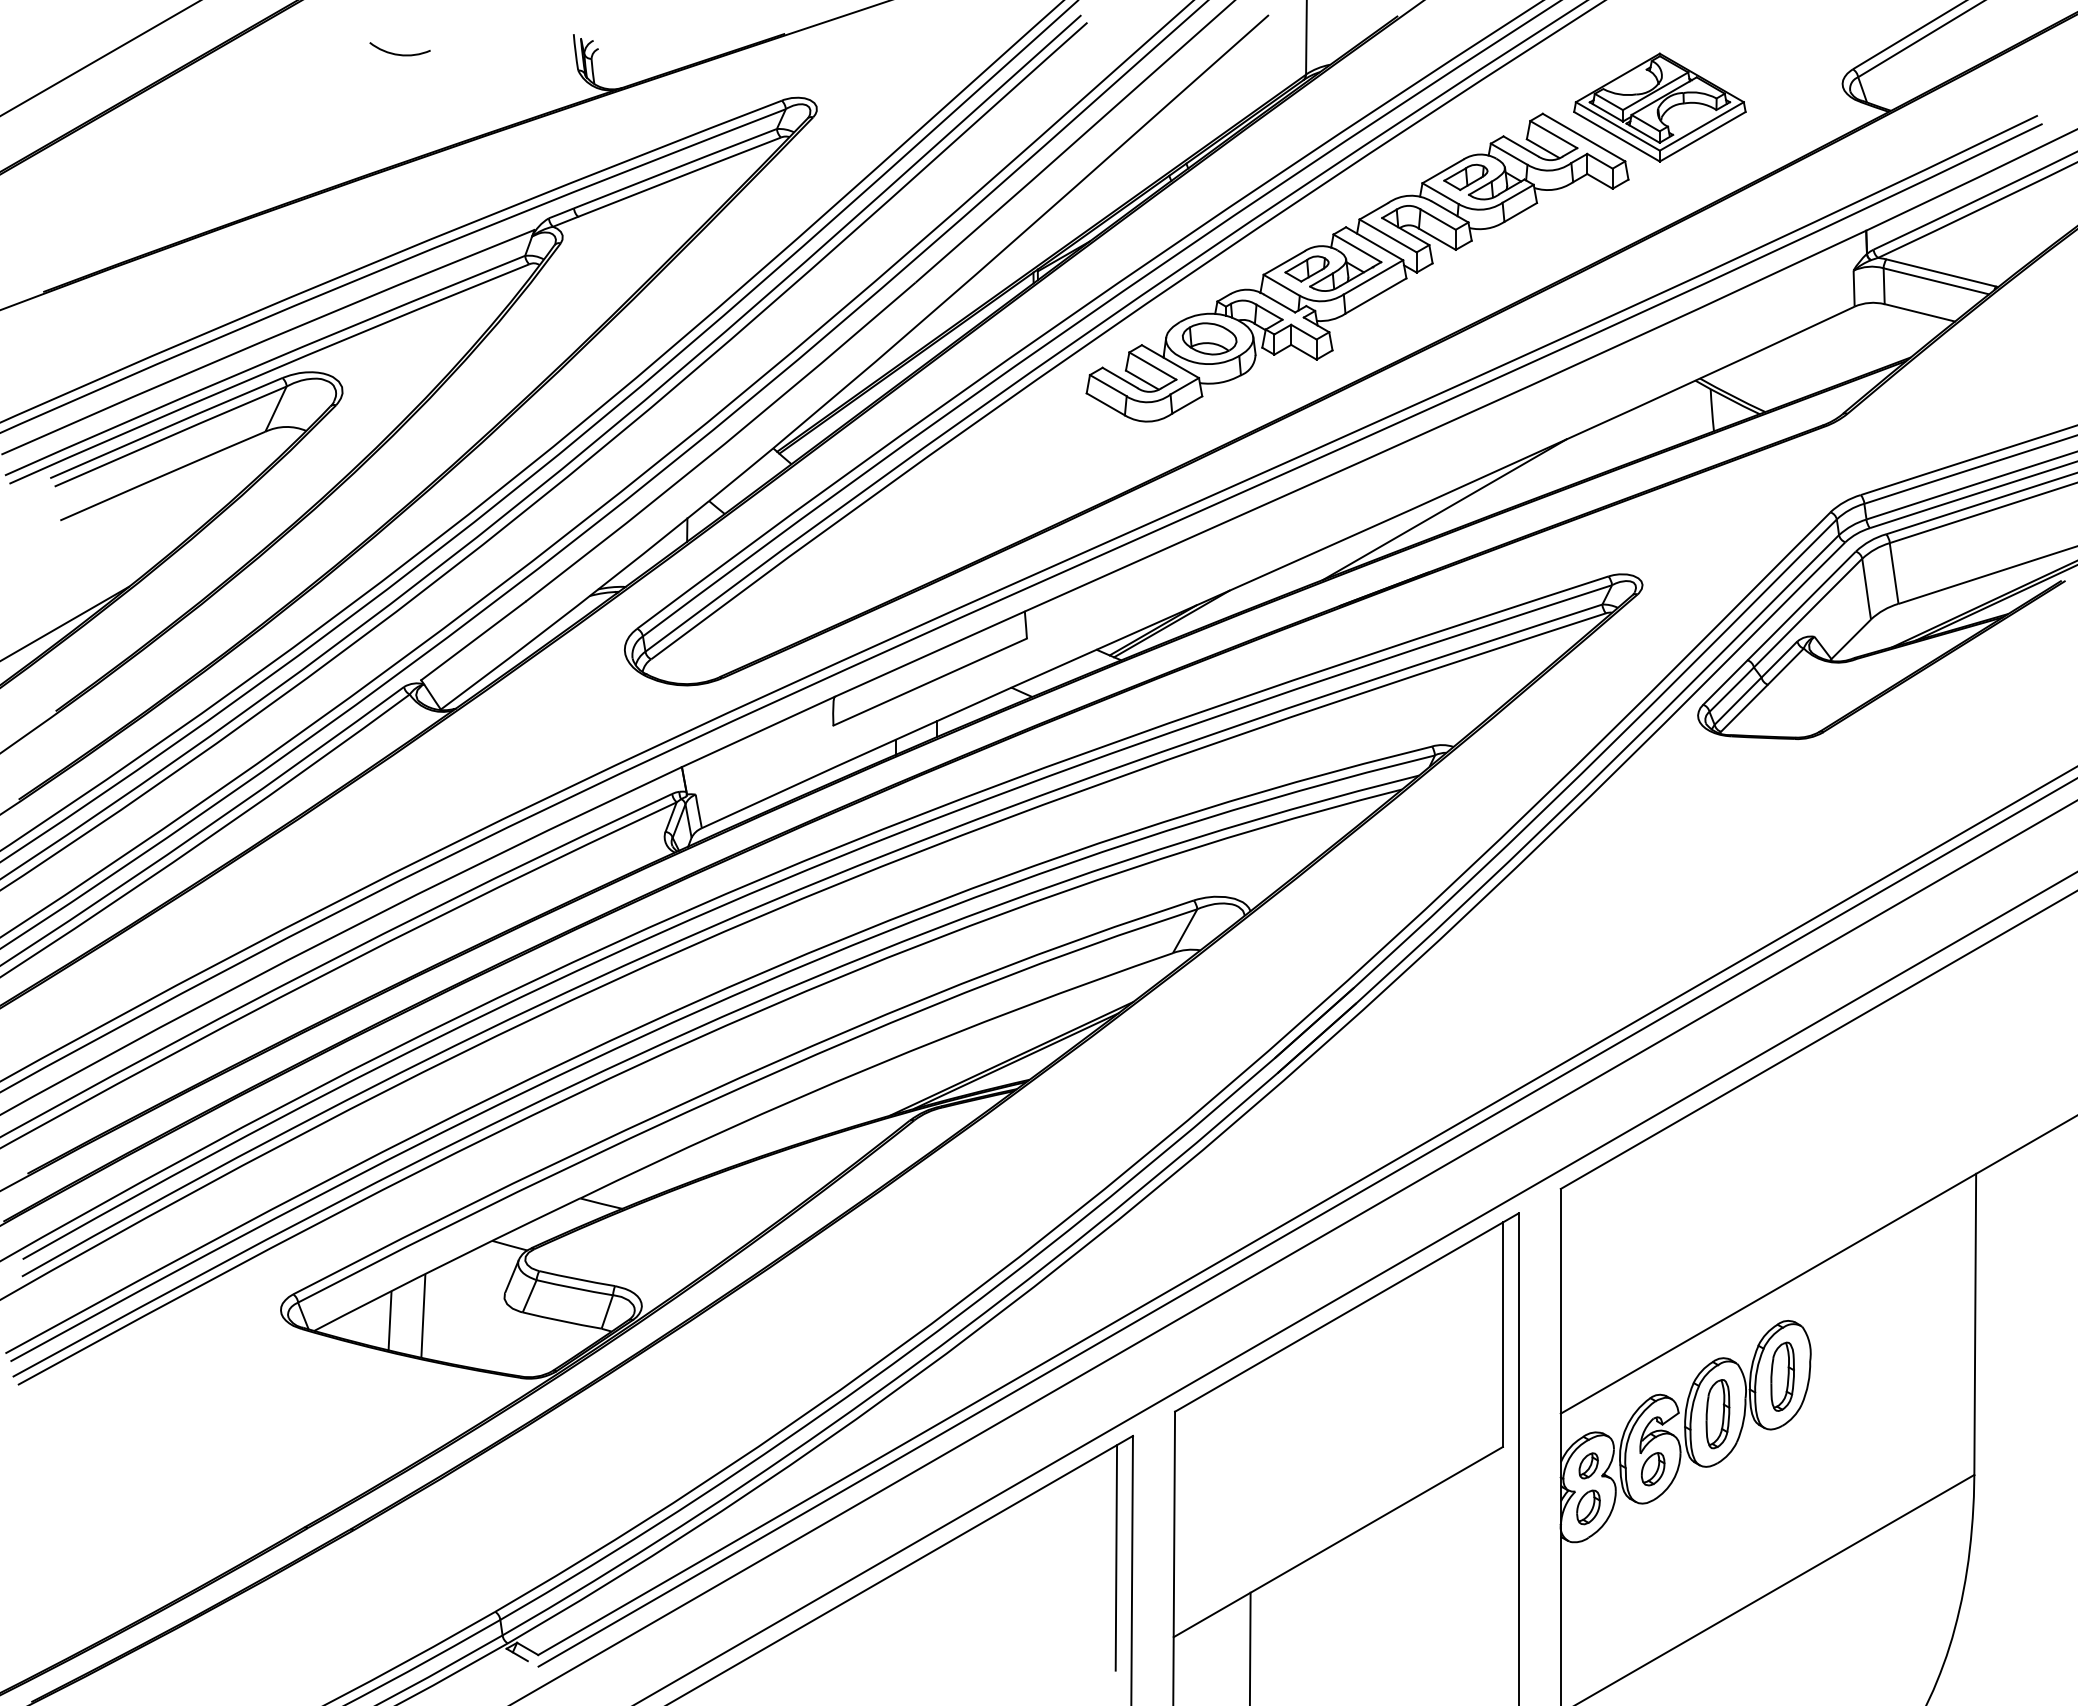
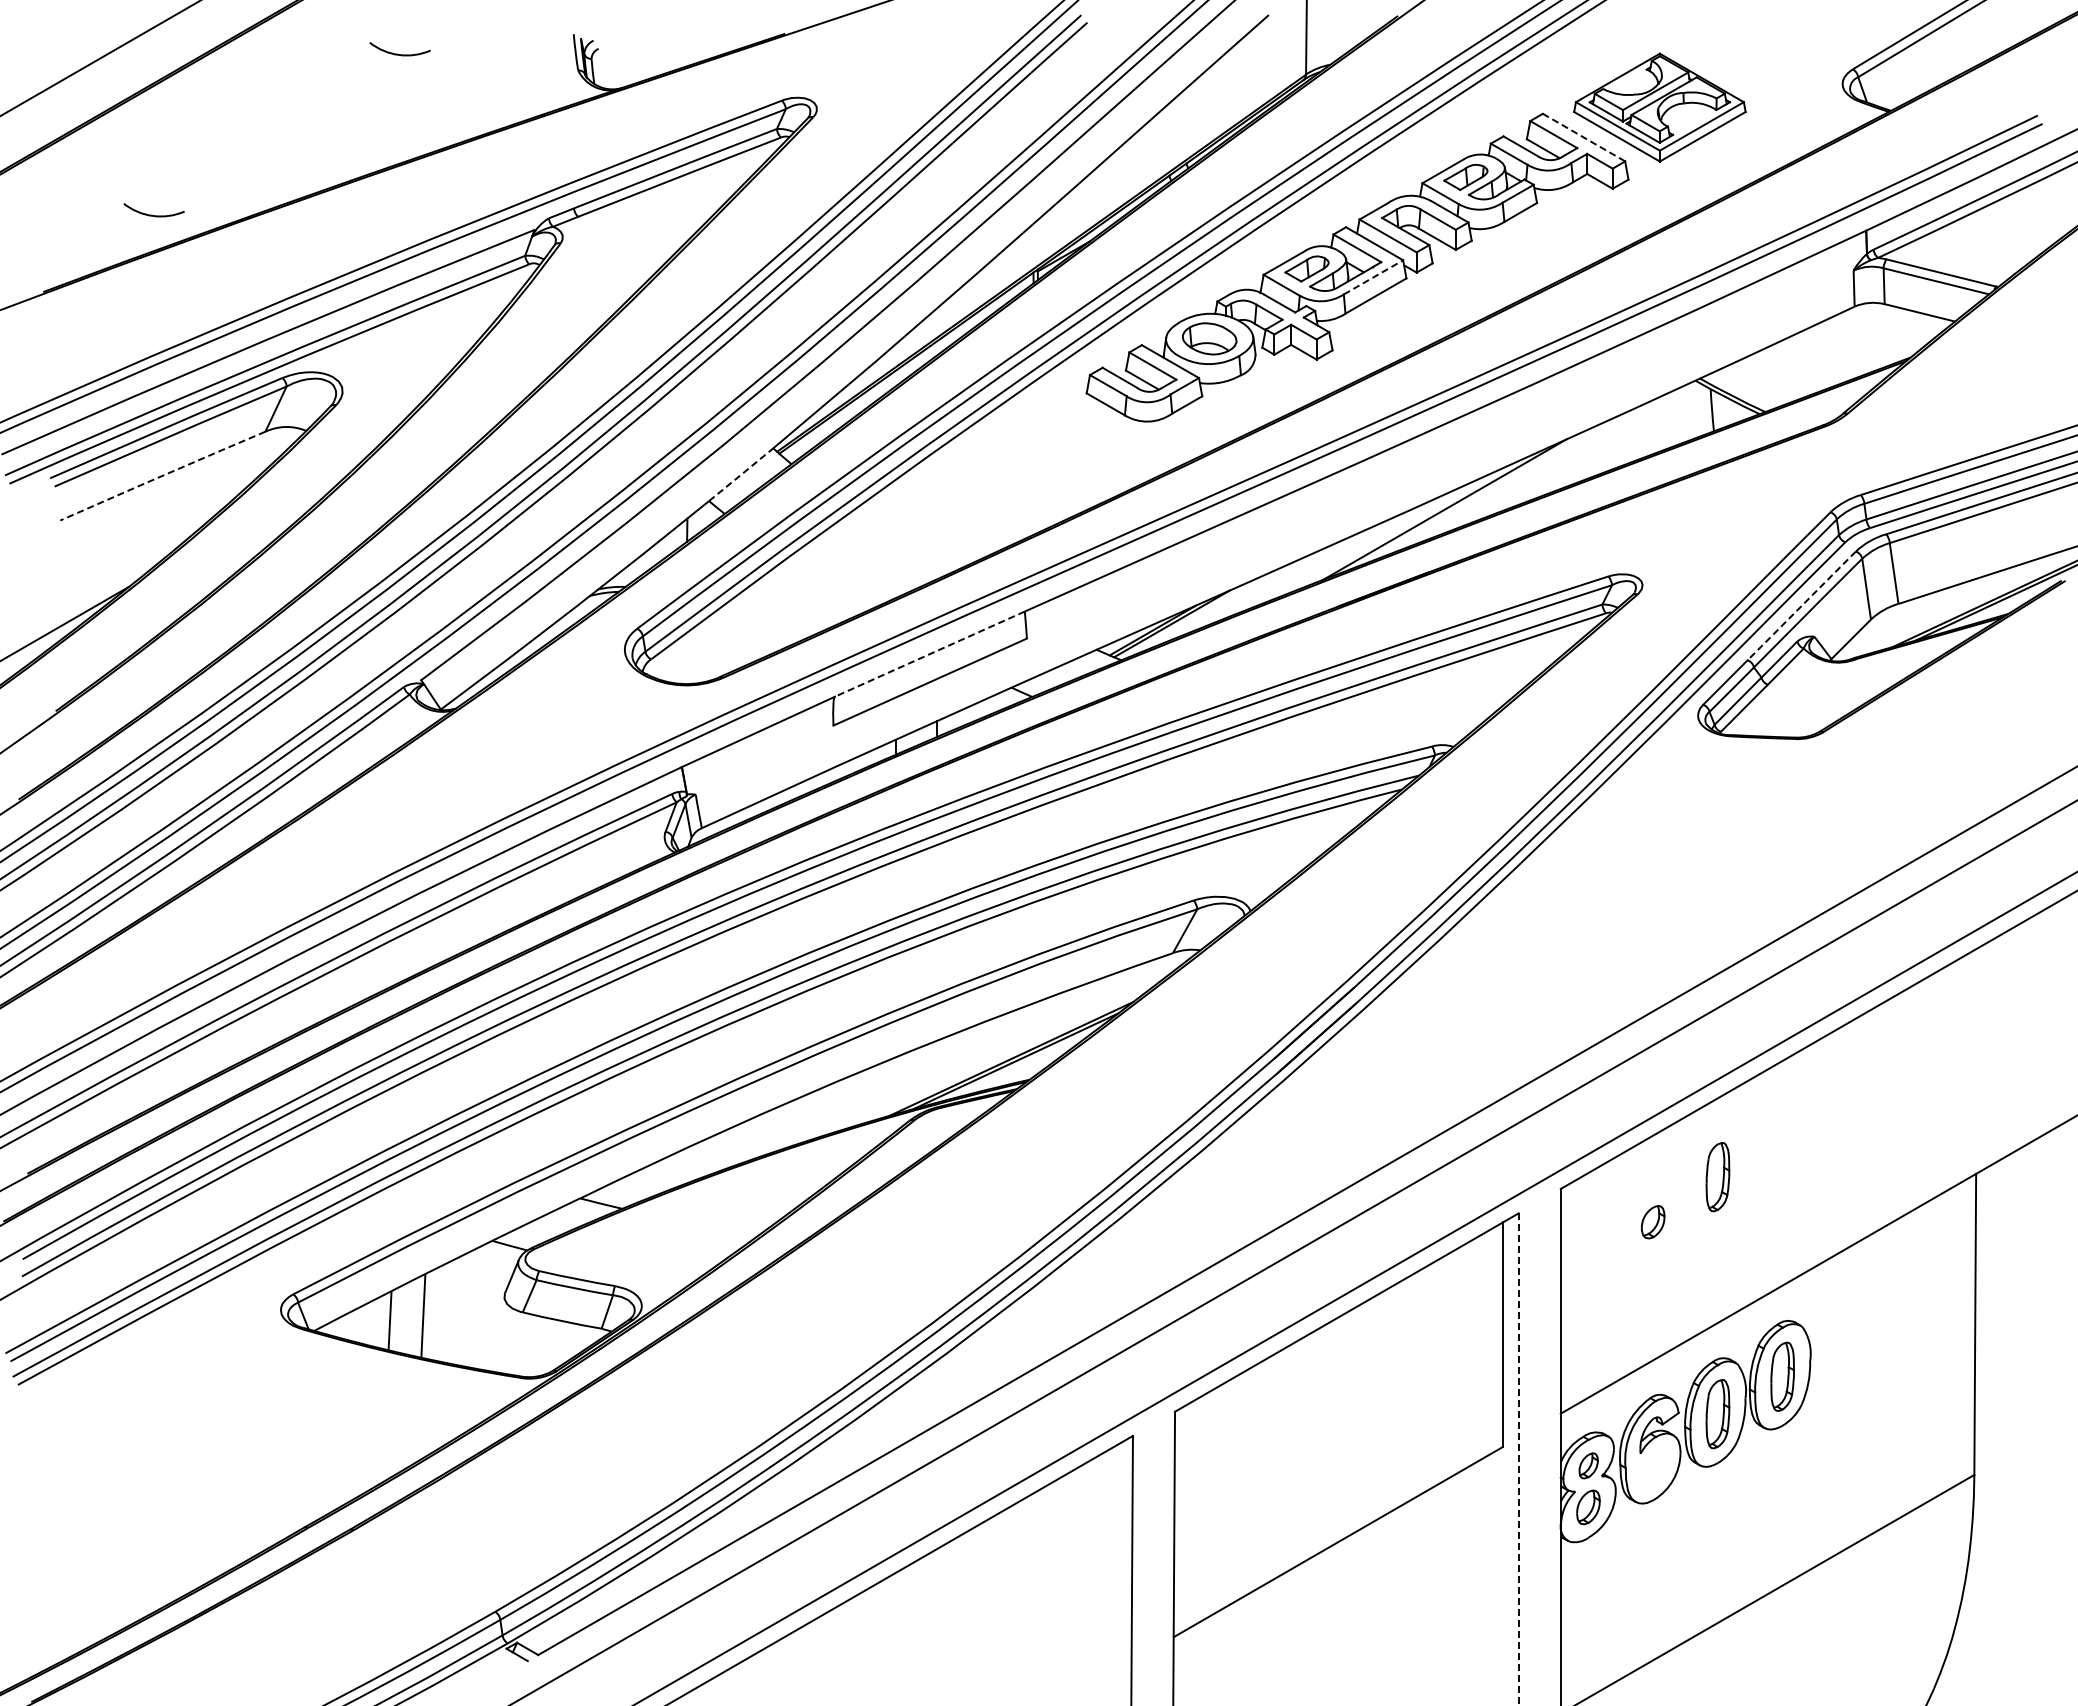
line at (1583, 137): solid -> dashed
arc at (152, 214): none -> present
line at (1373, 277): solid -> dashed
line at (742, 474): solid -> dashed
line at (162, 475): solid -> dashed
line at (1801, 606): solid -> dashed
line at (929, 654): solid -> dashed
part at (1717, 1177): none -> present
line at (1306, 1222): present -> none
line at (1518, 1459): solid -> dashed
part at (1653, 1469) position: (1653, 1469) -> (1653, 1222)
line at (1116, 1557): present -> none
line at (1249, 1647): present -> none
